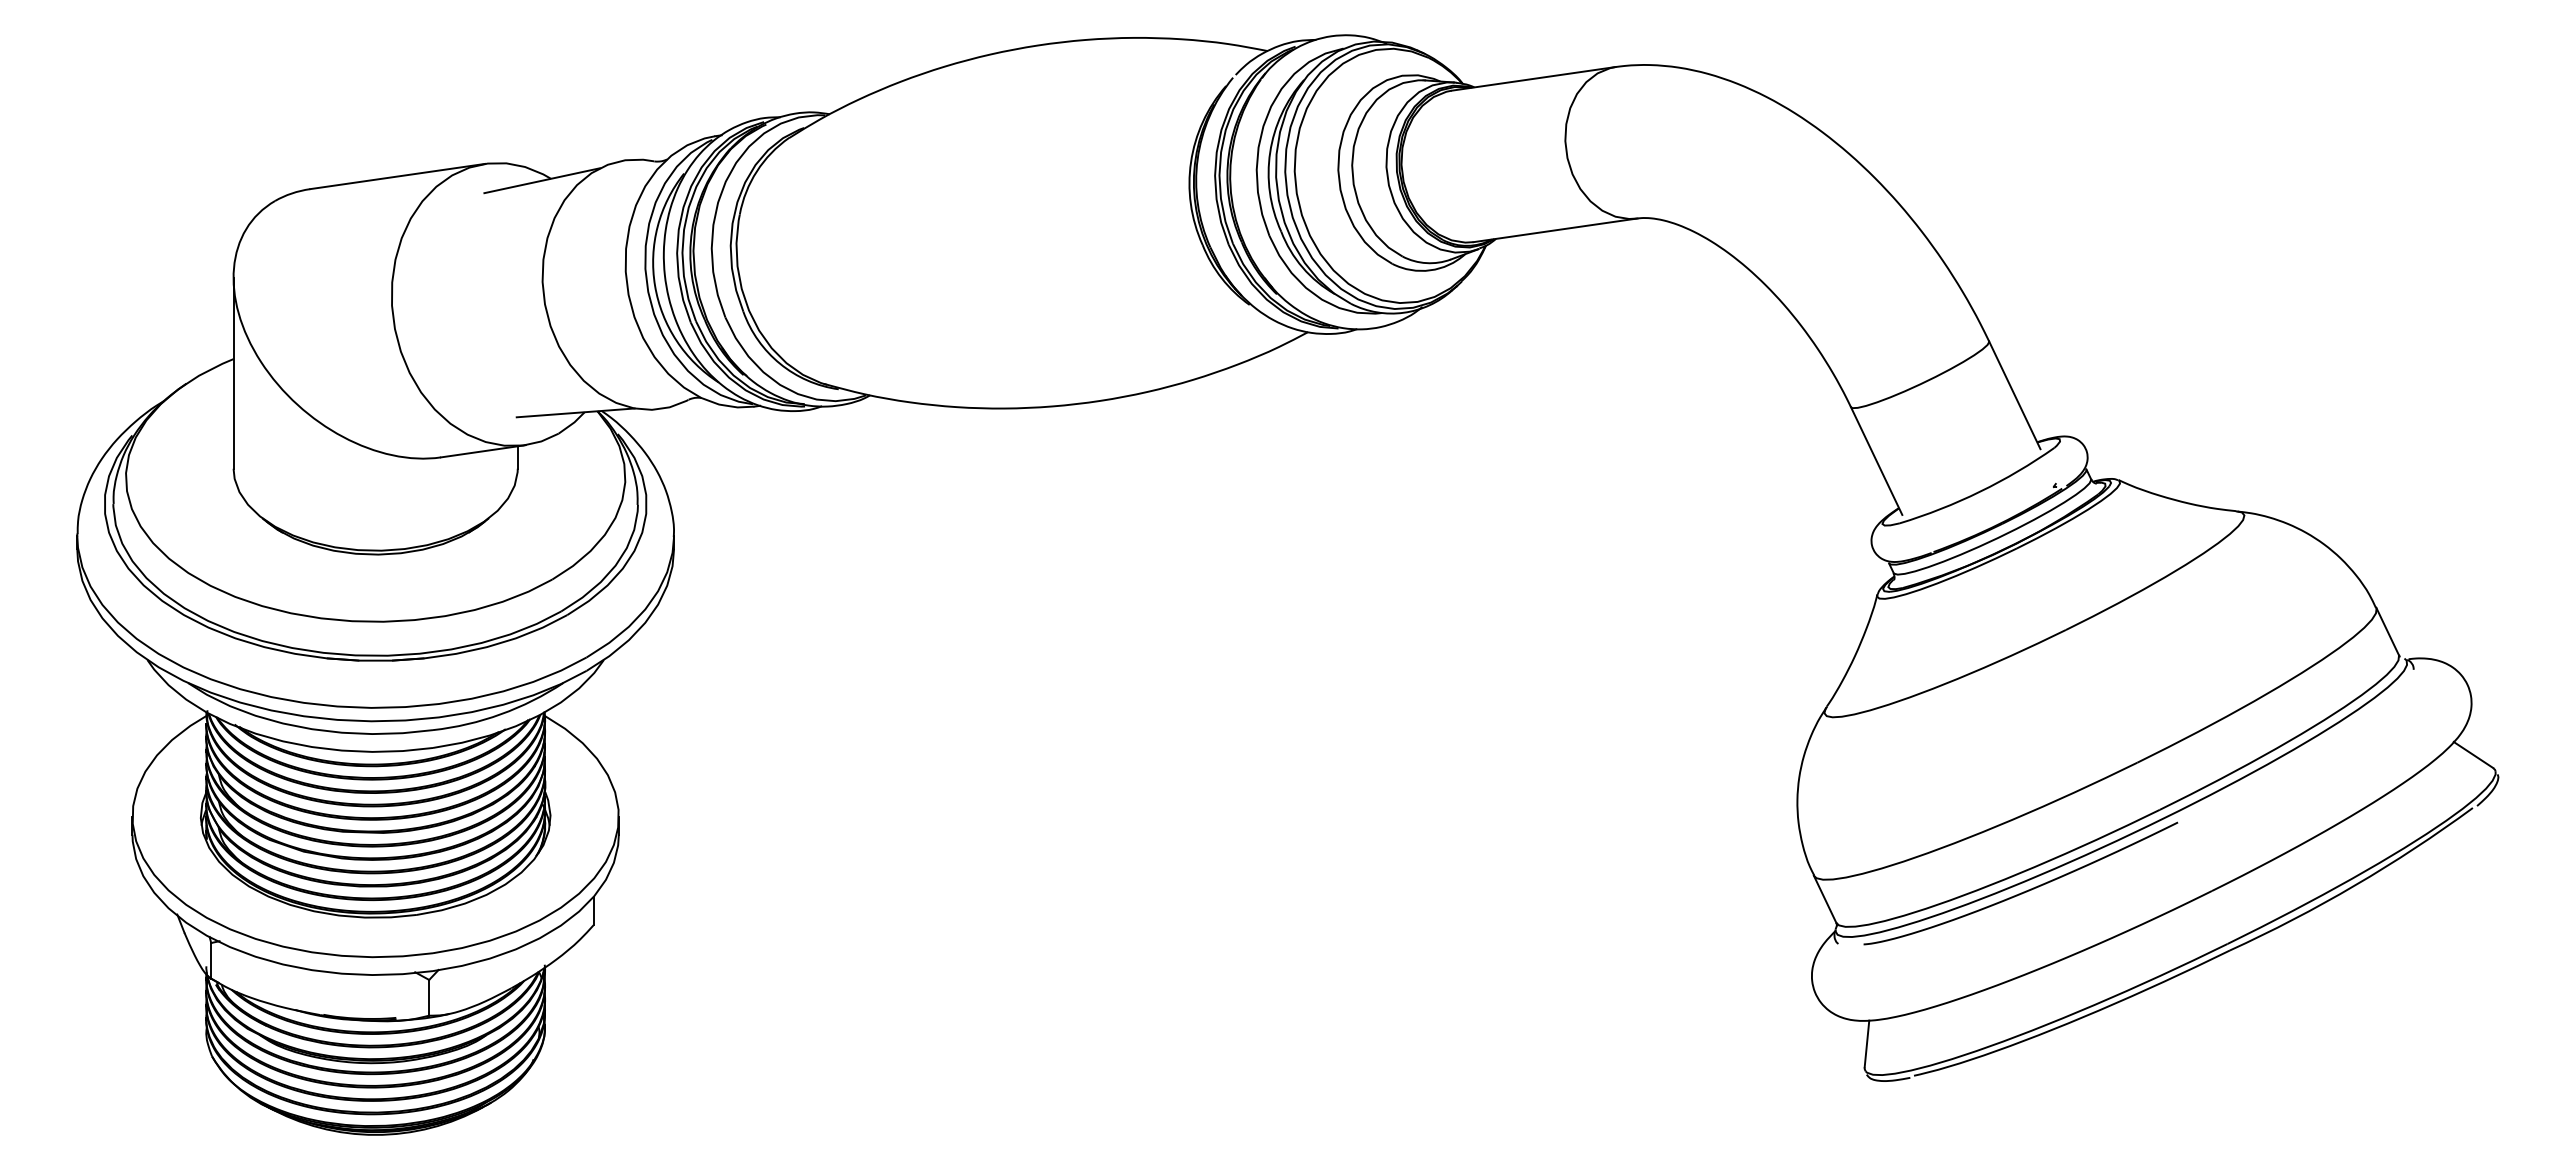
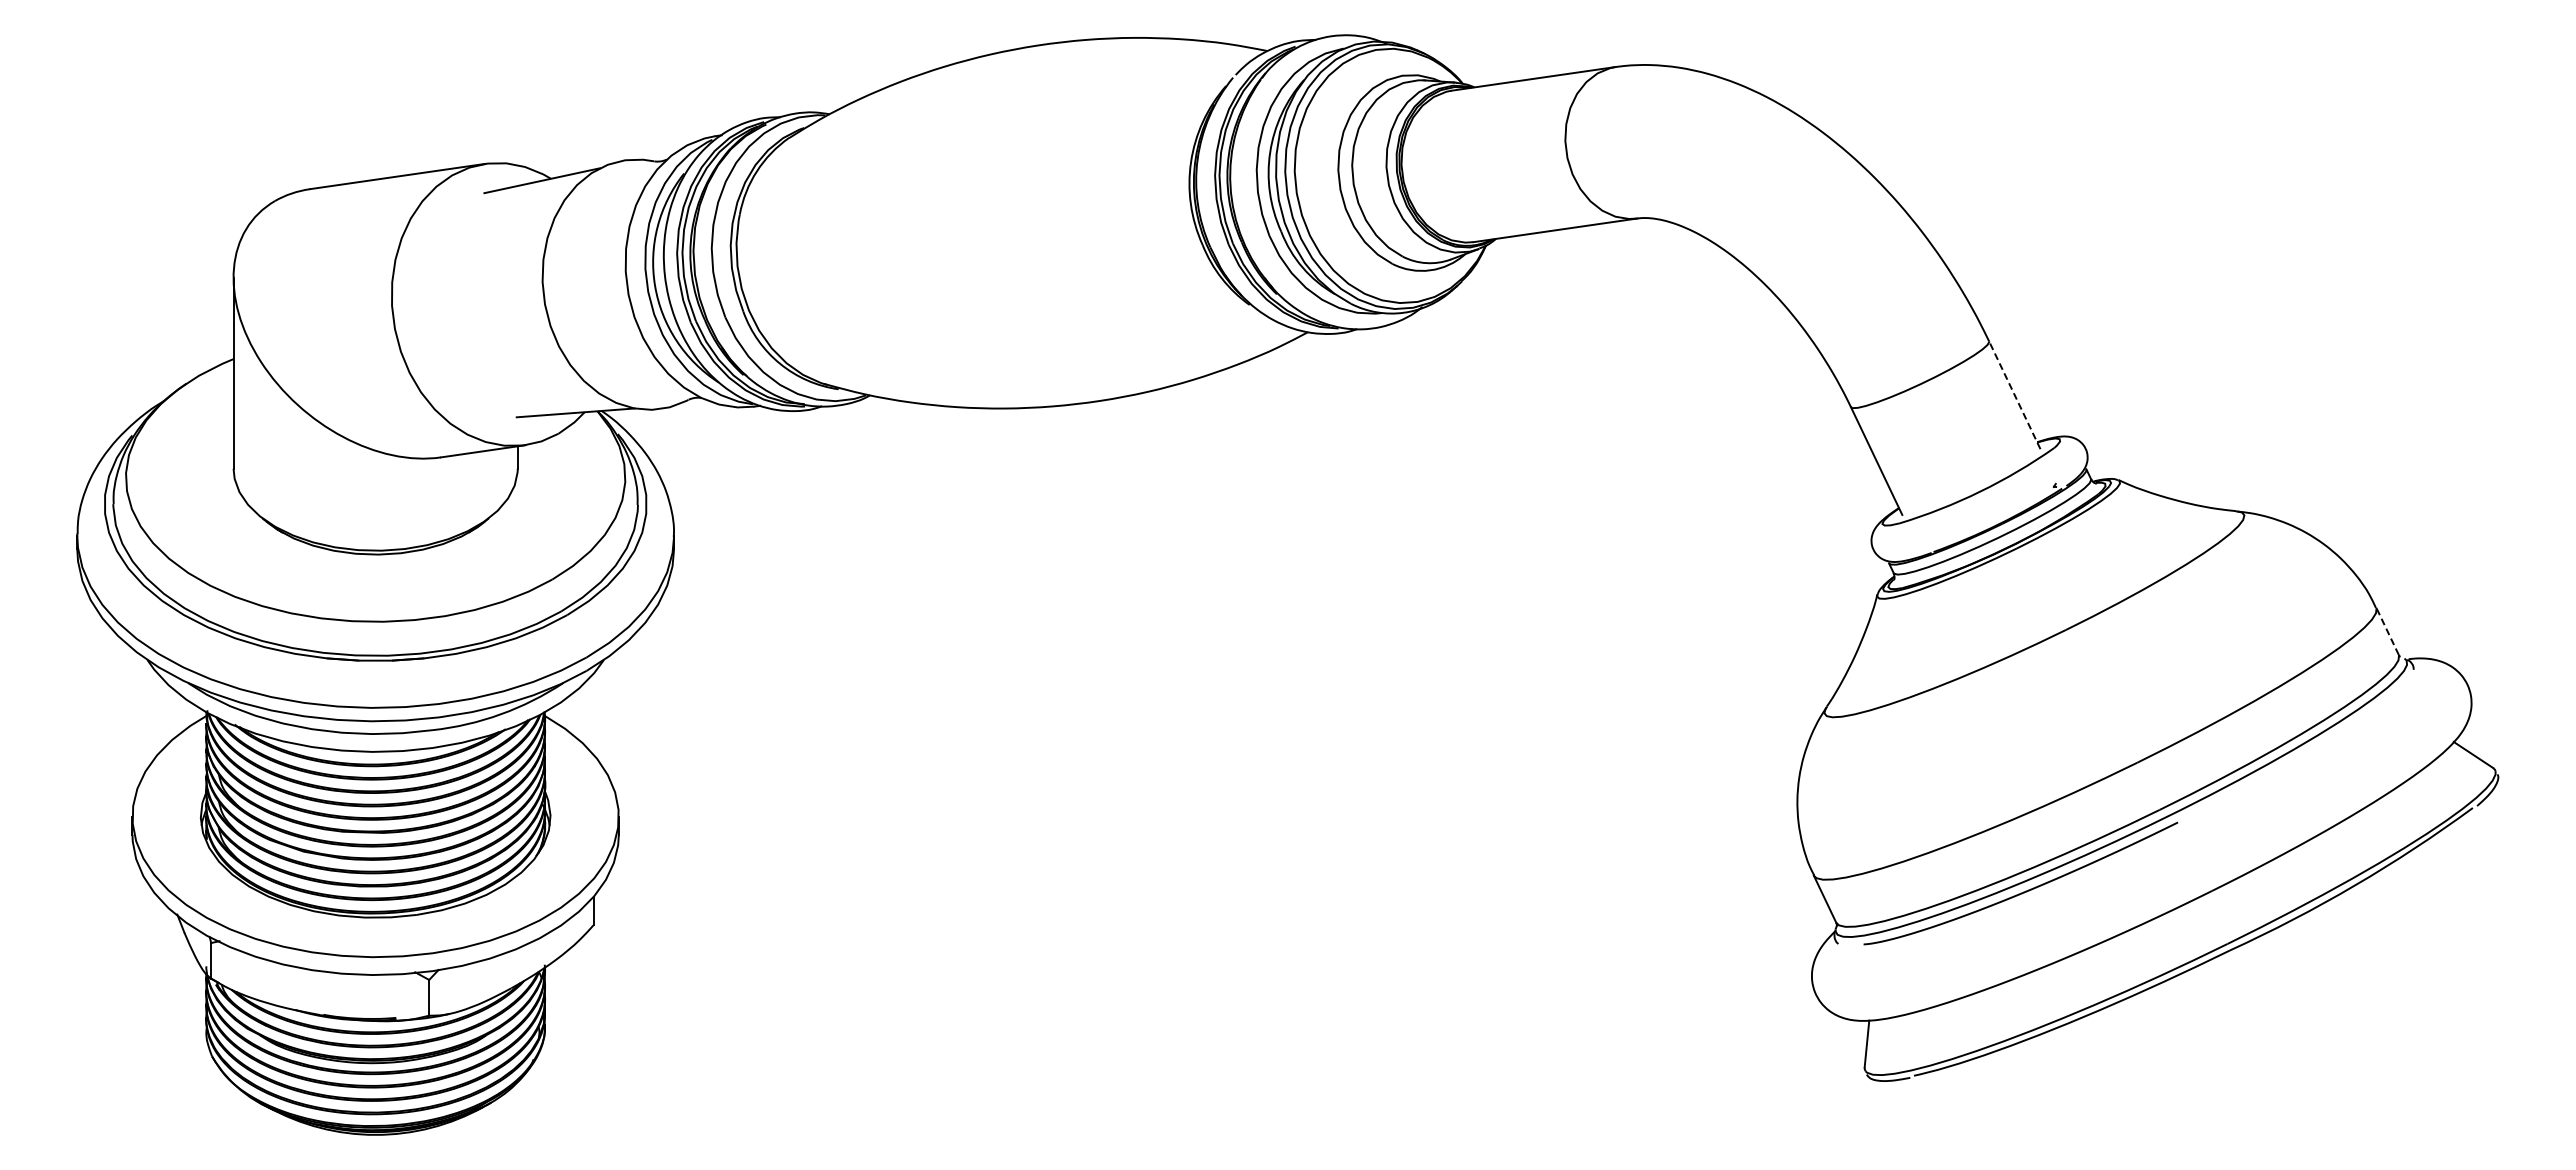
line at (2014, 395): solid -> dashed
line at (2387, 630): solid -> dashed
